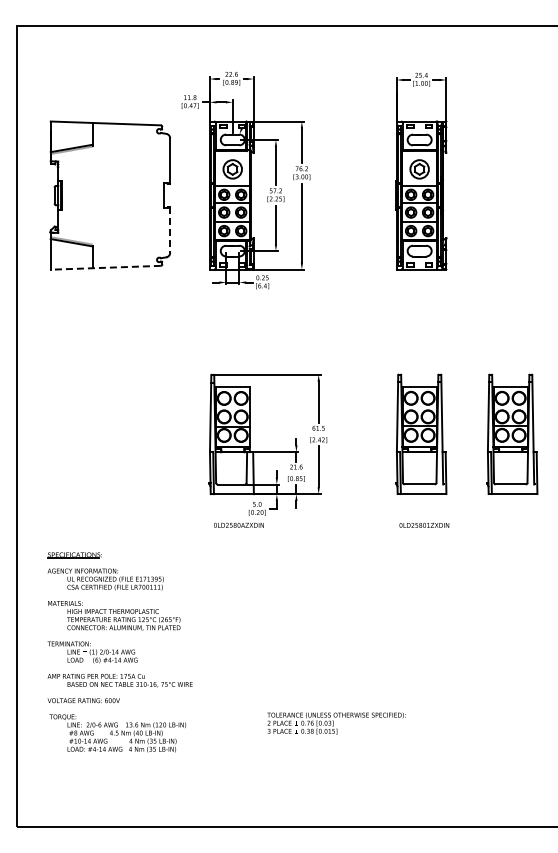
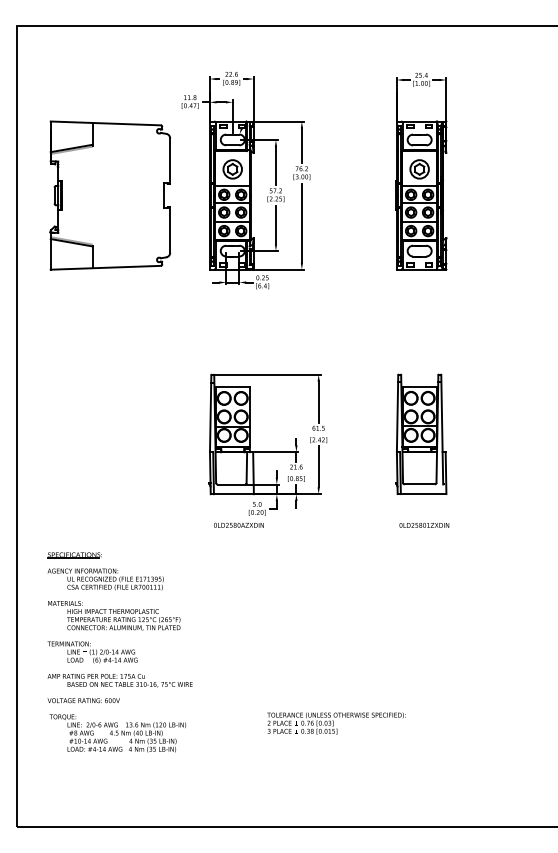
line at (170, 230): dashed -> solid
line at (105, 267): dashed -> solid
part at (512, 433): present -> none
